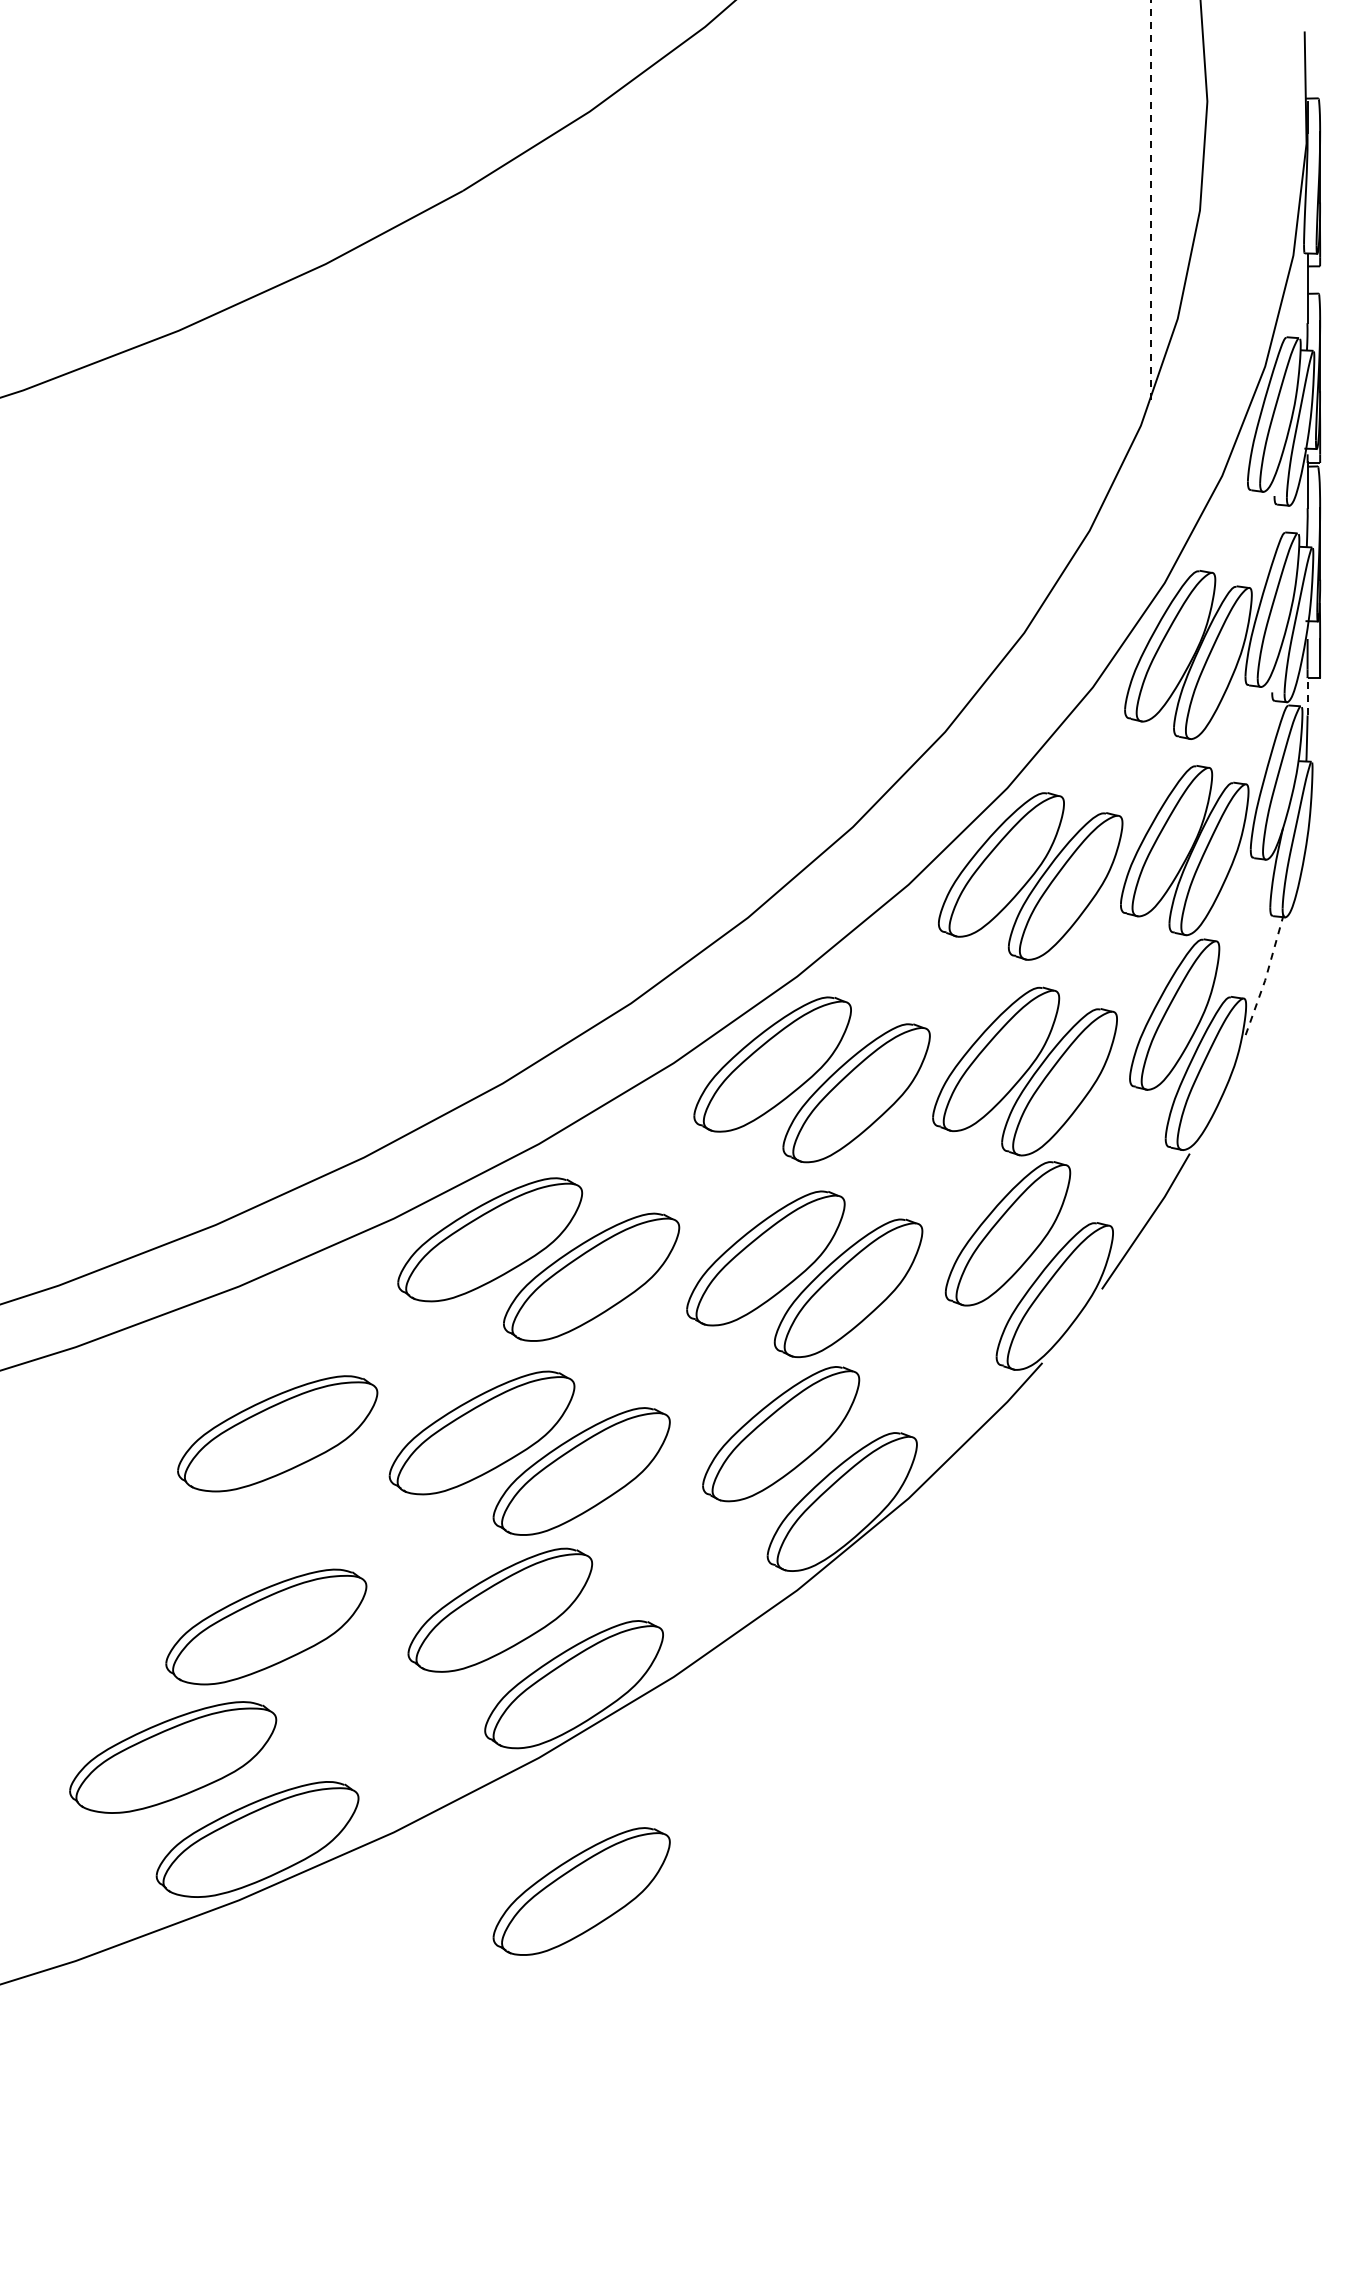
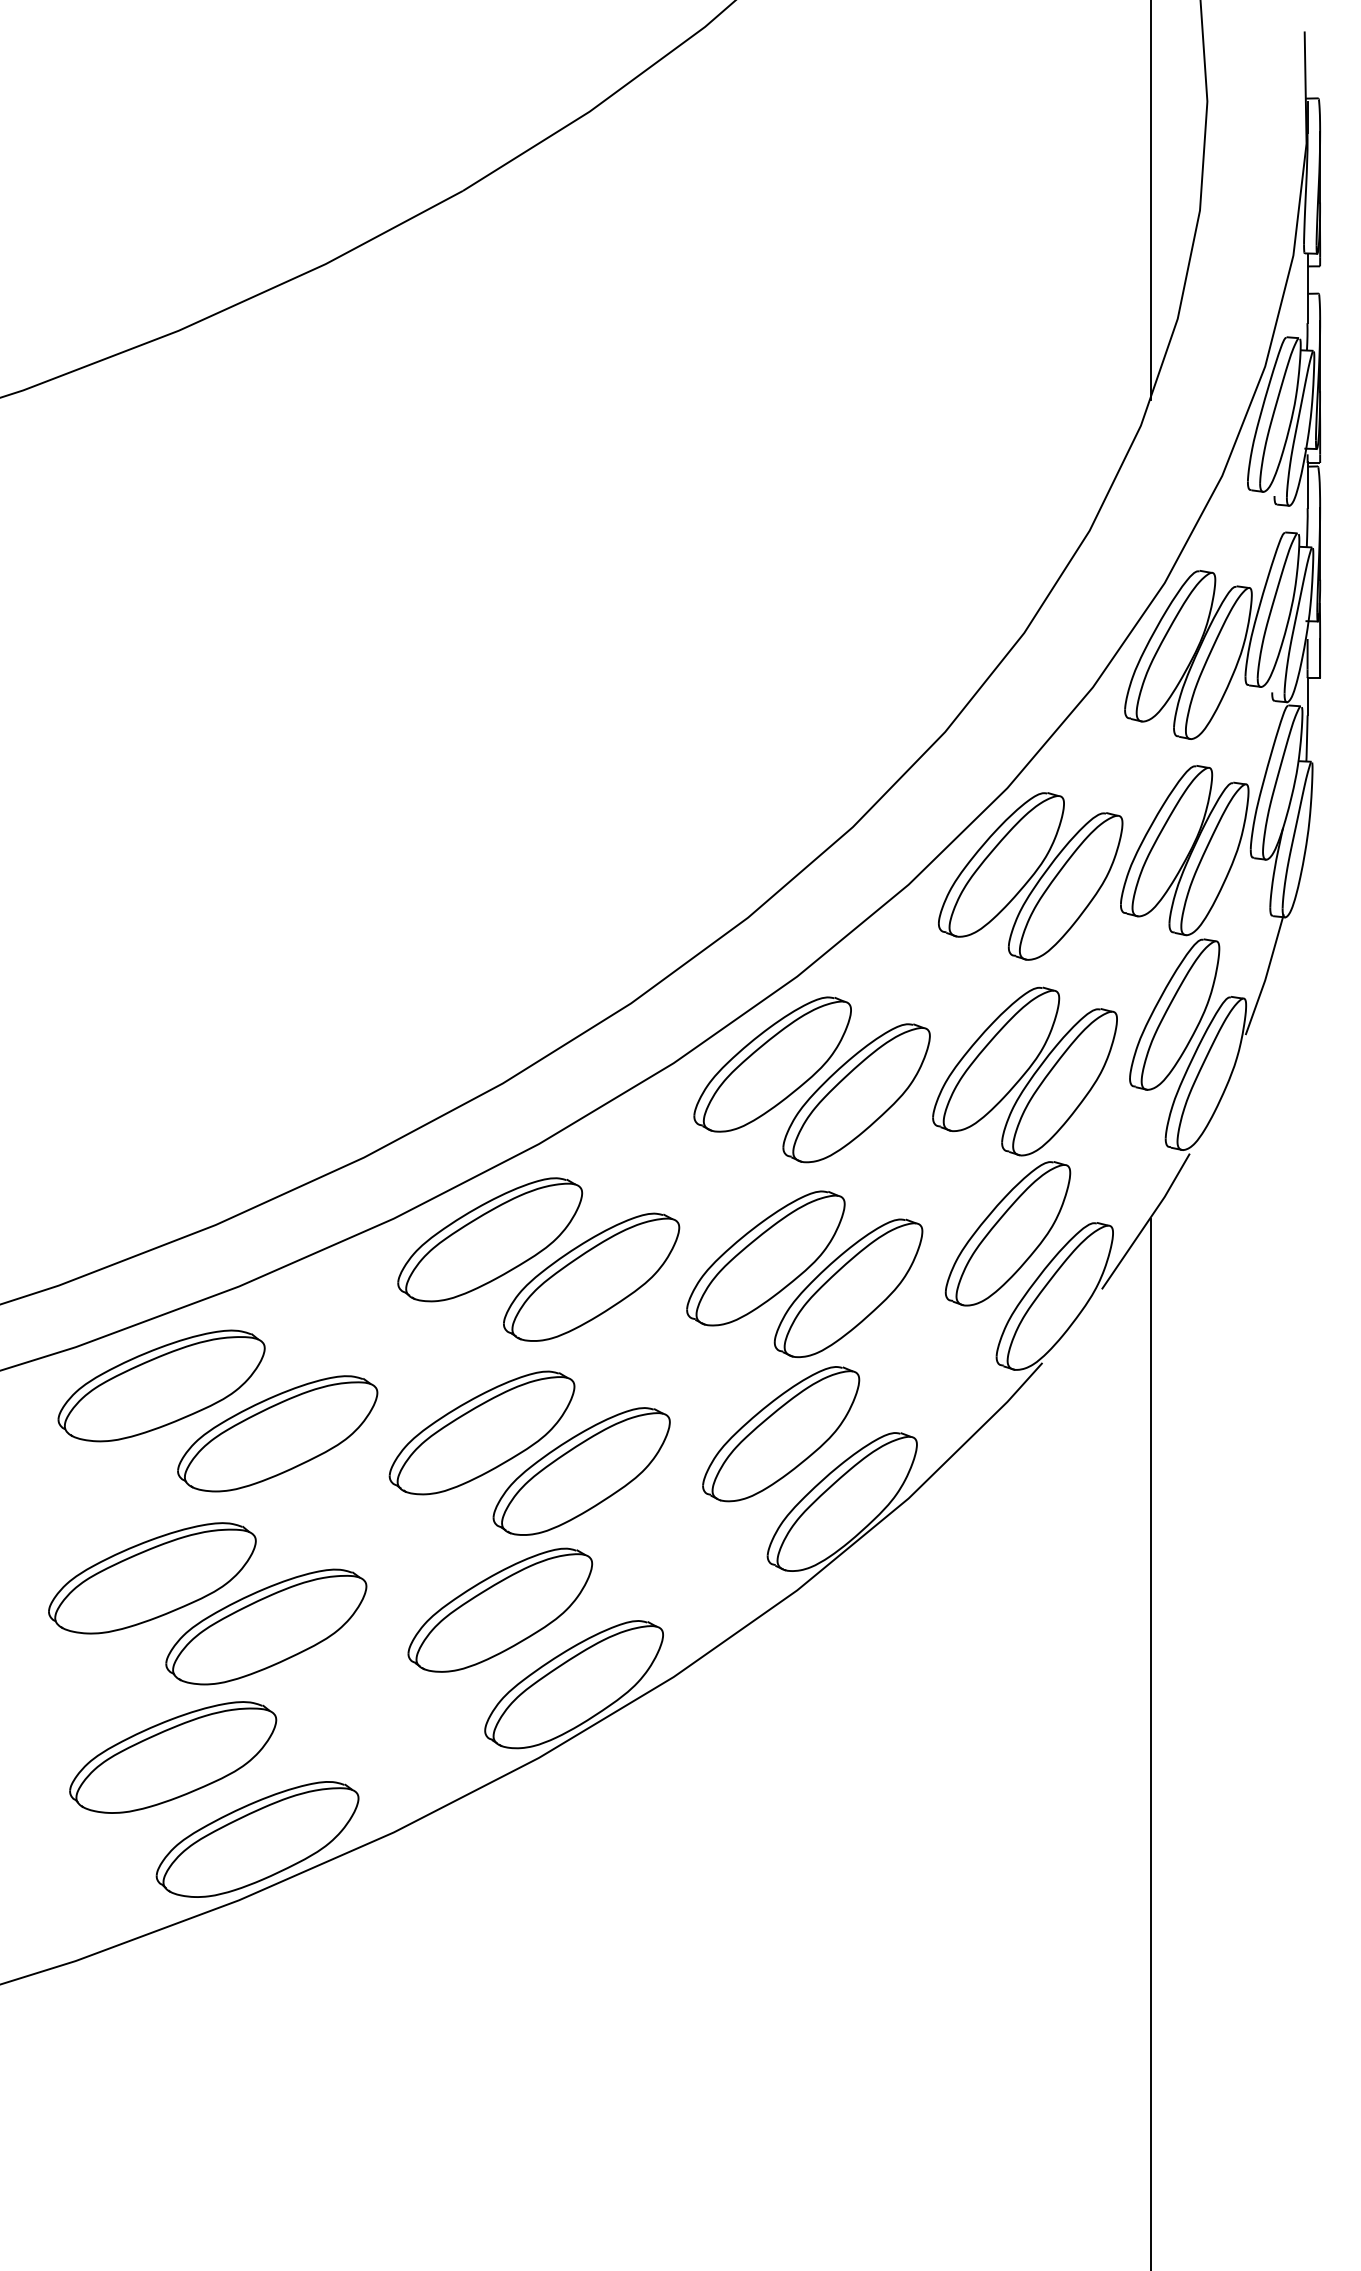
line at (1151, 200): dashed -> solid
line at (1307, 696): dashed -> solid
line at (1266, 975): dashed -> solid
part at (161, 1385): none -> present
part at (152, 1578): none -> present
line at (1151, 1742): none -> present
part at (581, 1891): present -> none
